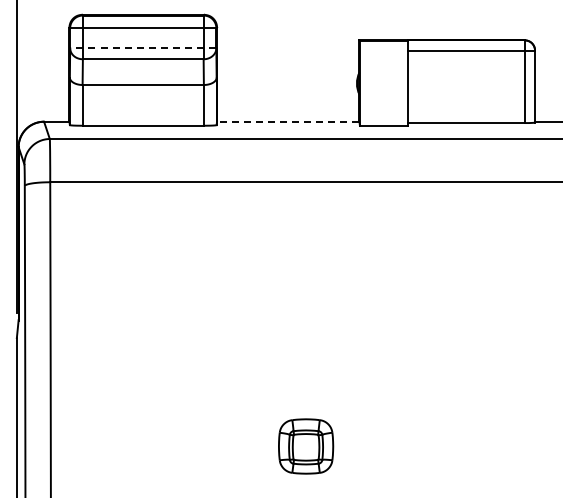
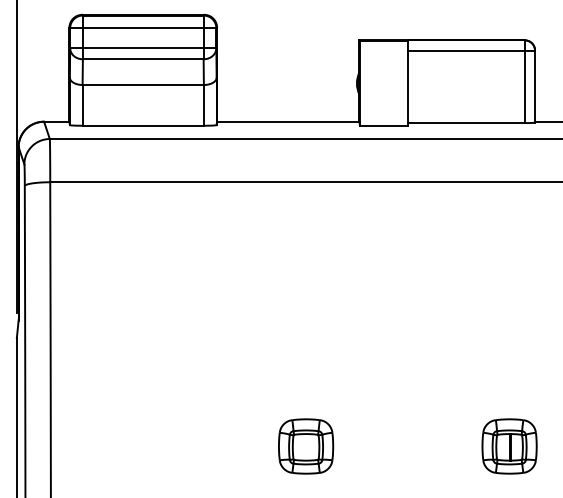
line at (142, 48): dashed -> solid
line at (287, 121): dashed -> solid
part at (509, 446): none -> present
